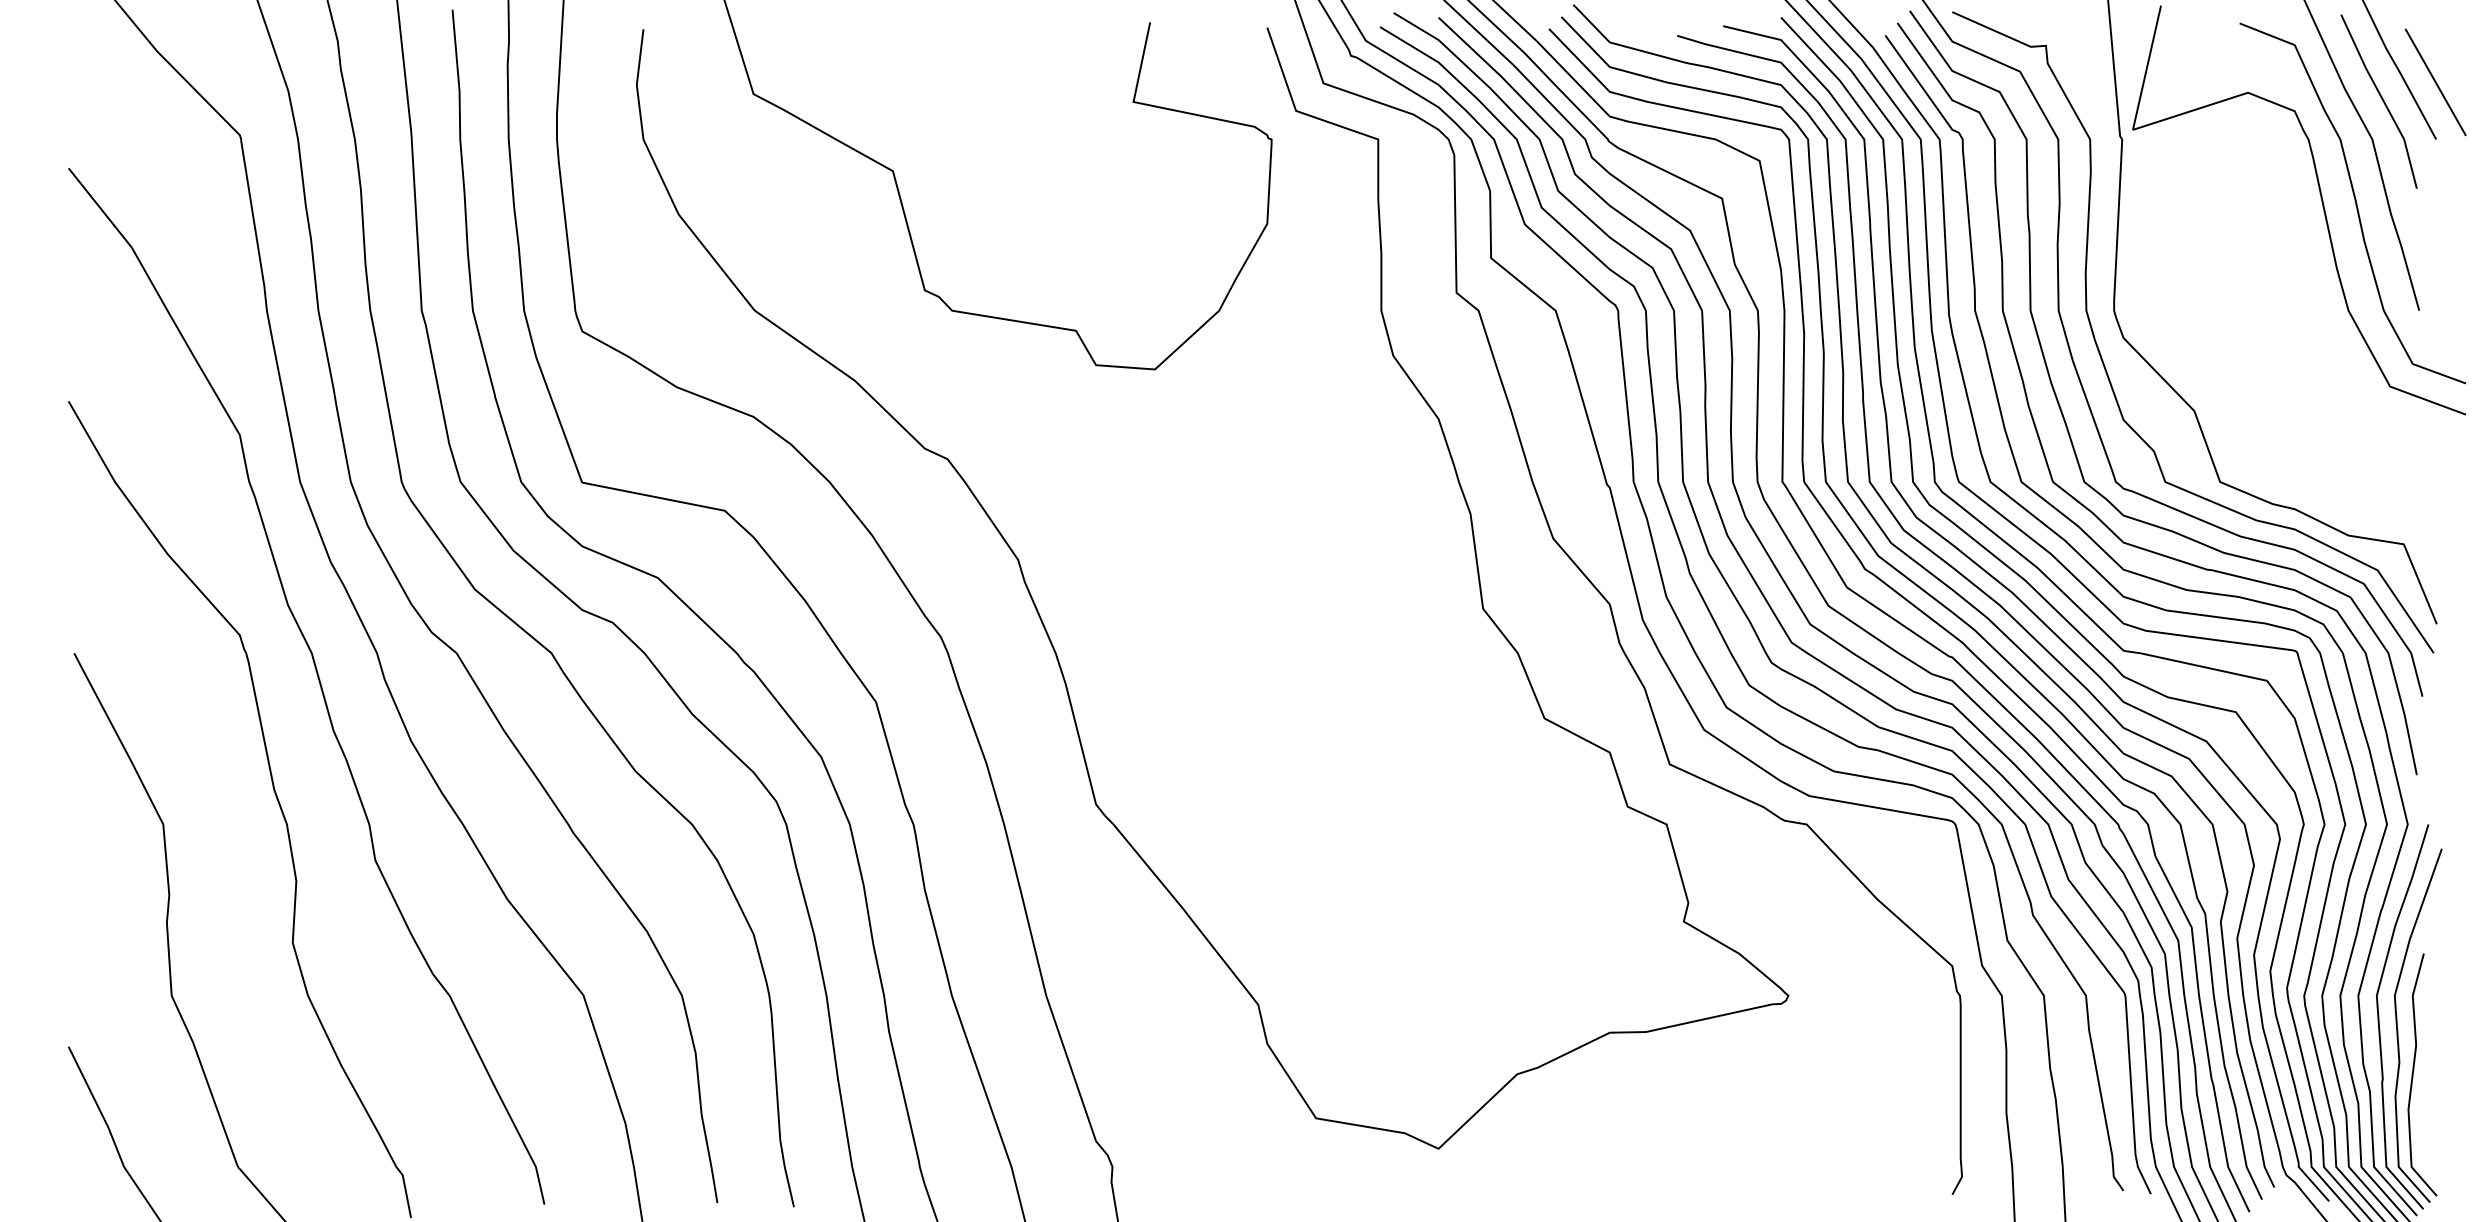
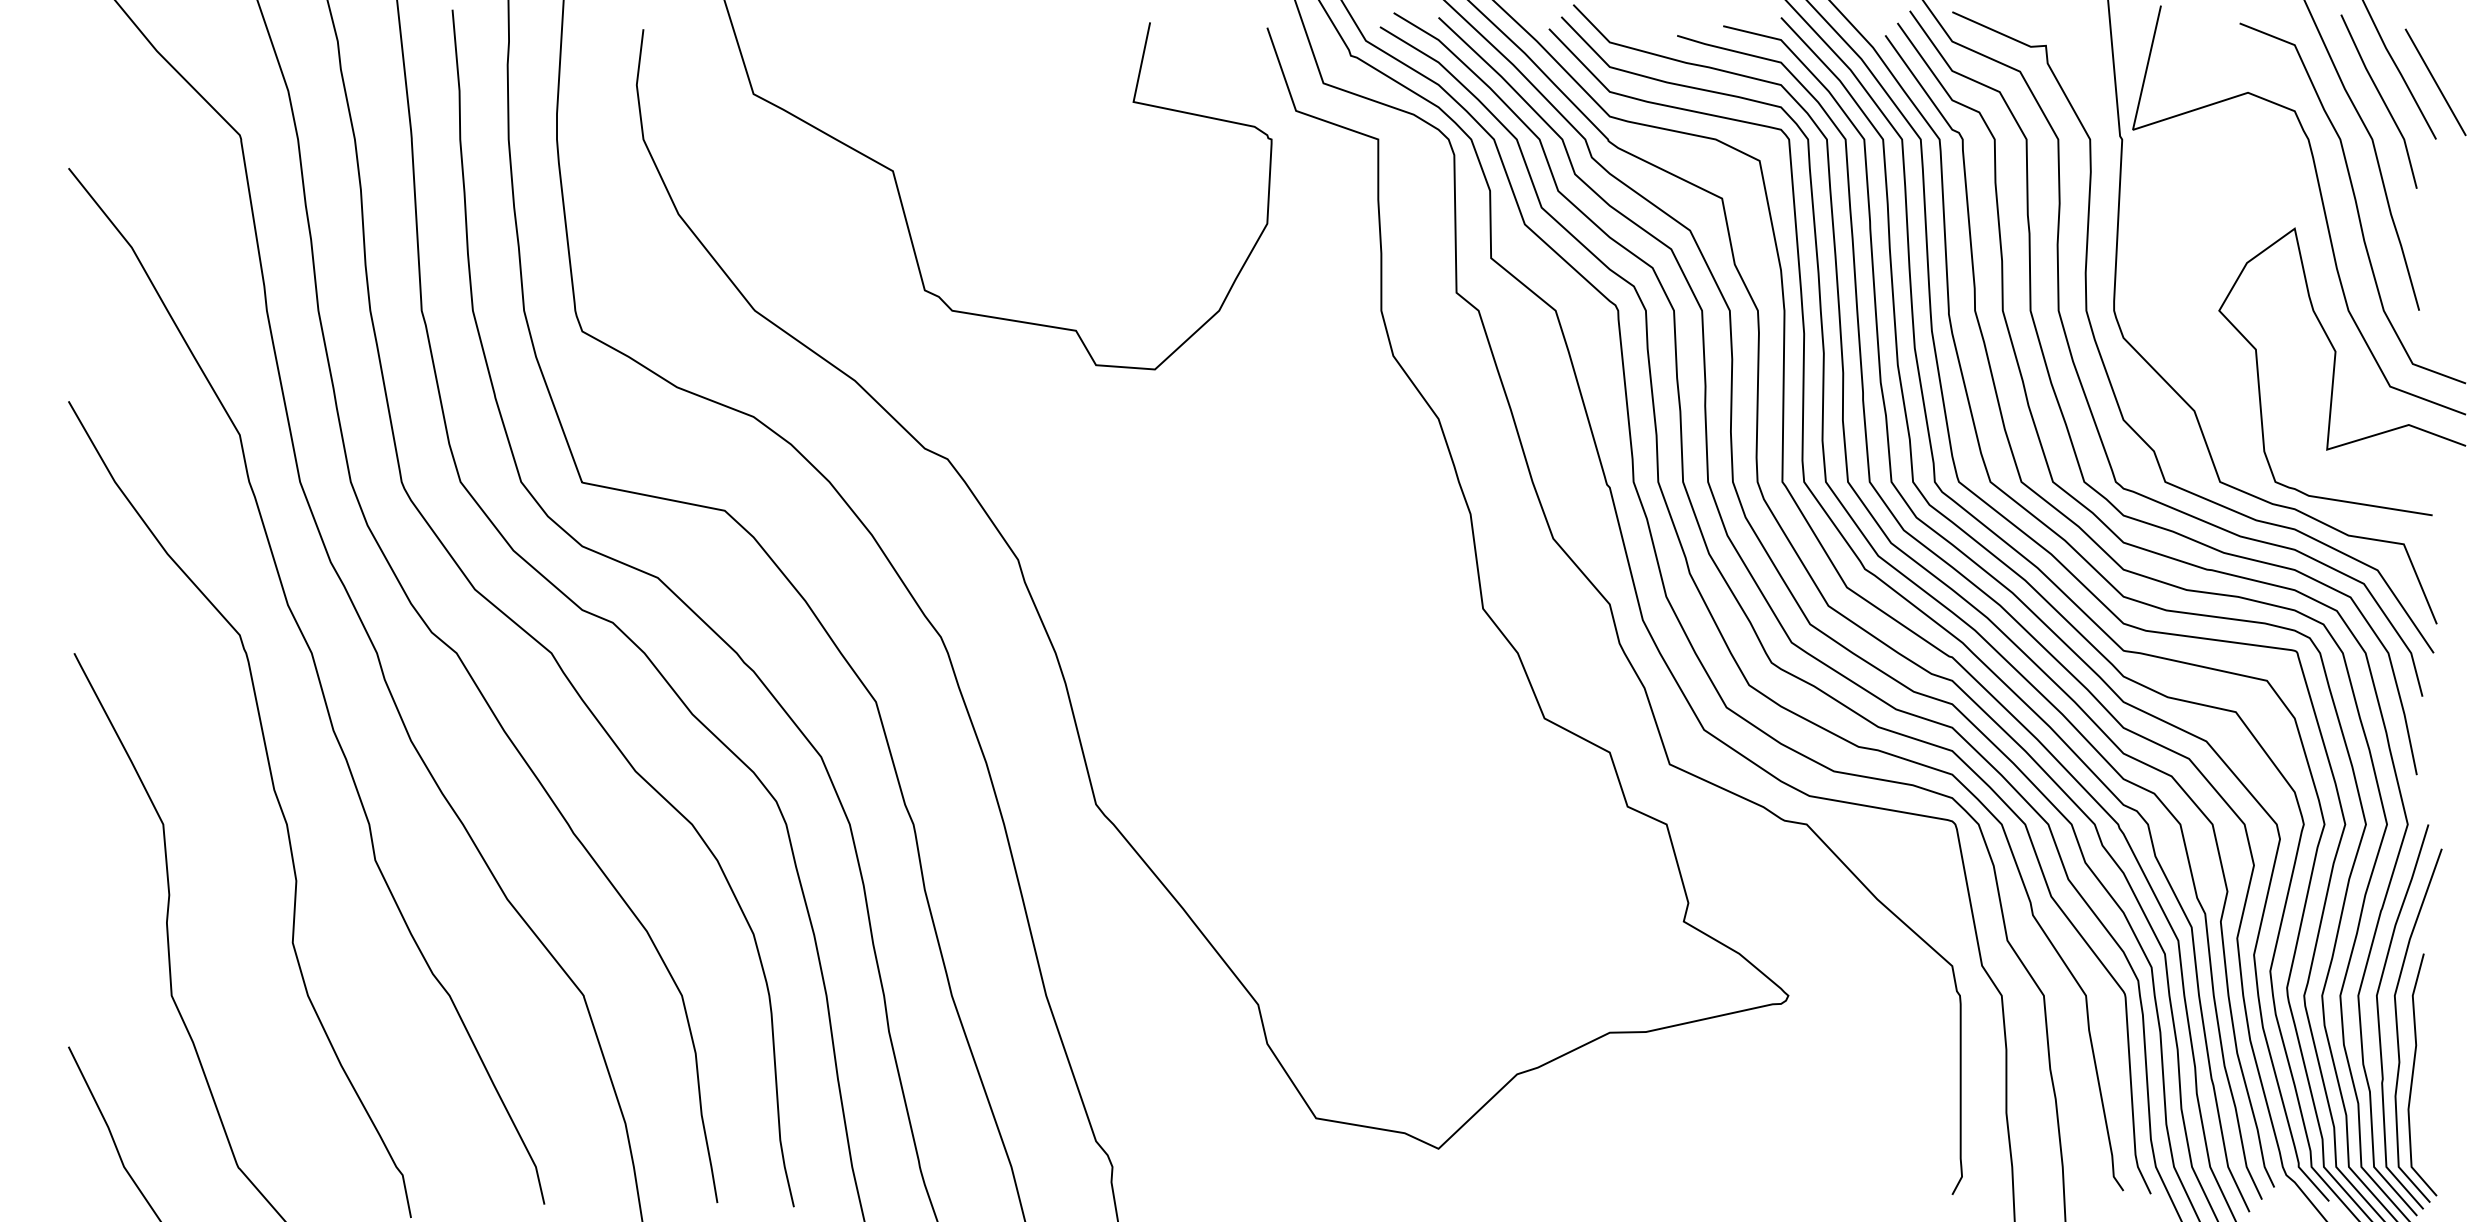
curve at (2334, 371): none -> present
